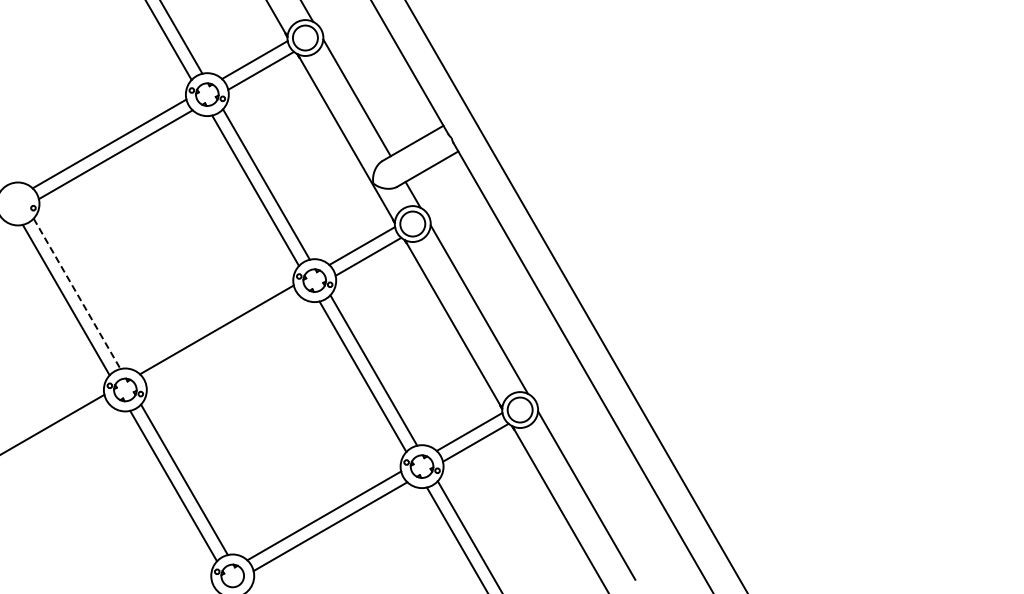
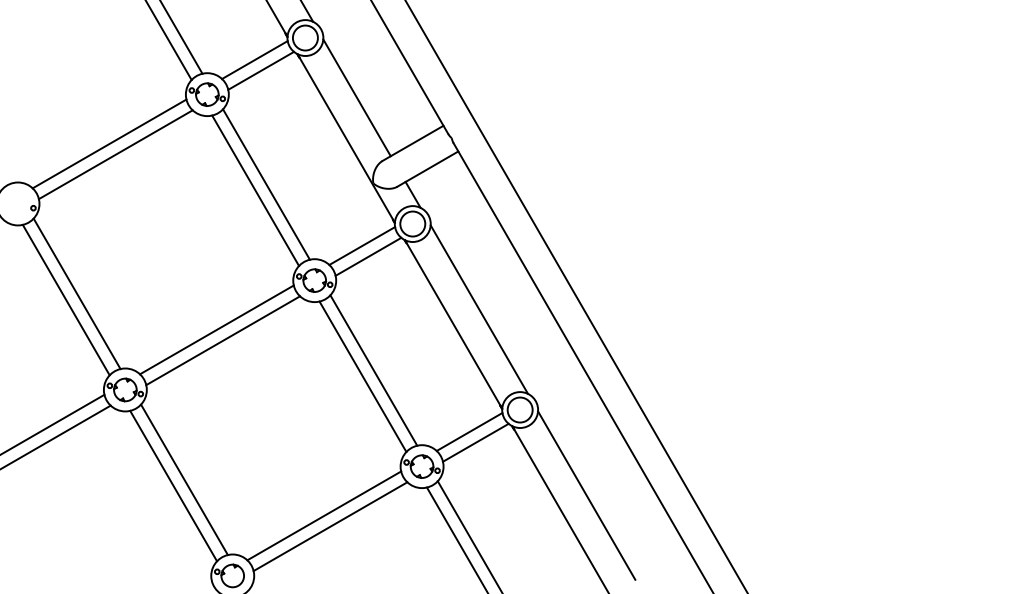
line at (77, 293): dashed -> solid
line at (223, 340): none -> present
line at (56, 436): none -> present
